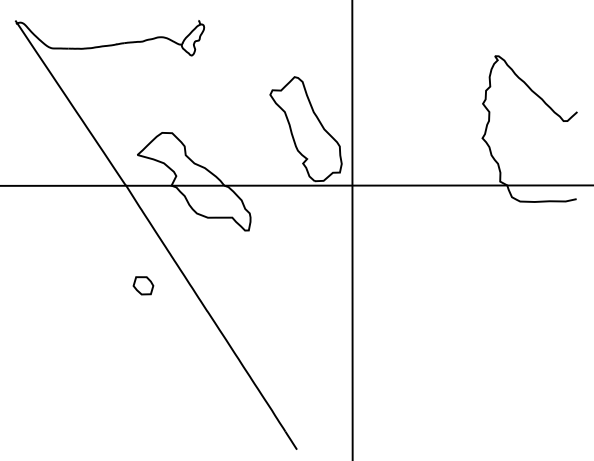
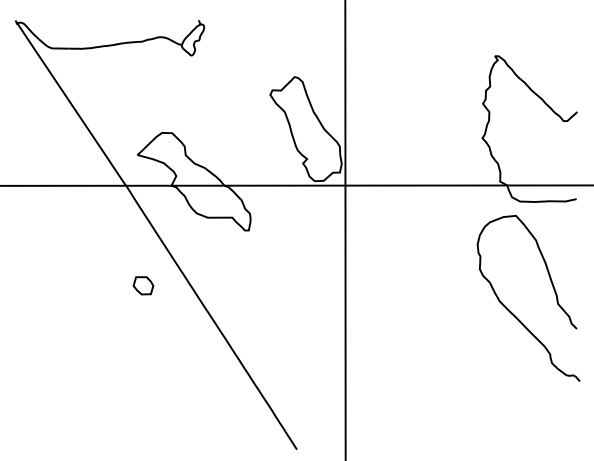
line at (352, 229) position: (352, 229) -> (345, 229)
curve at (513, 313): none -> present
